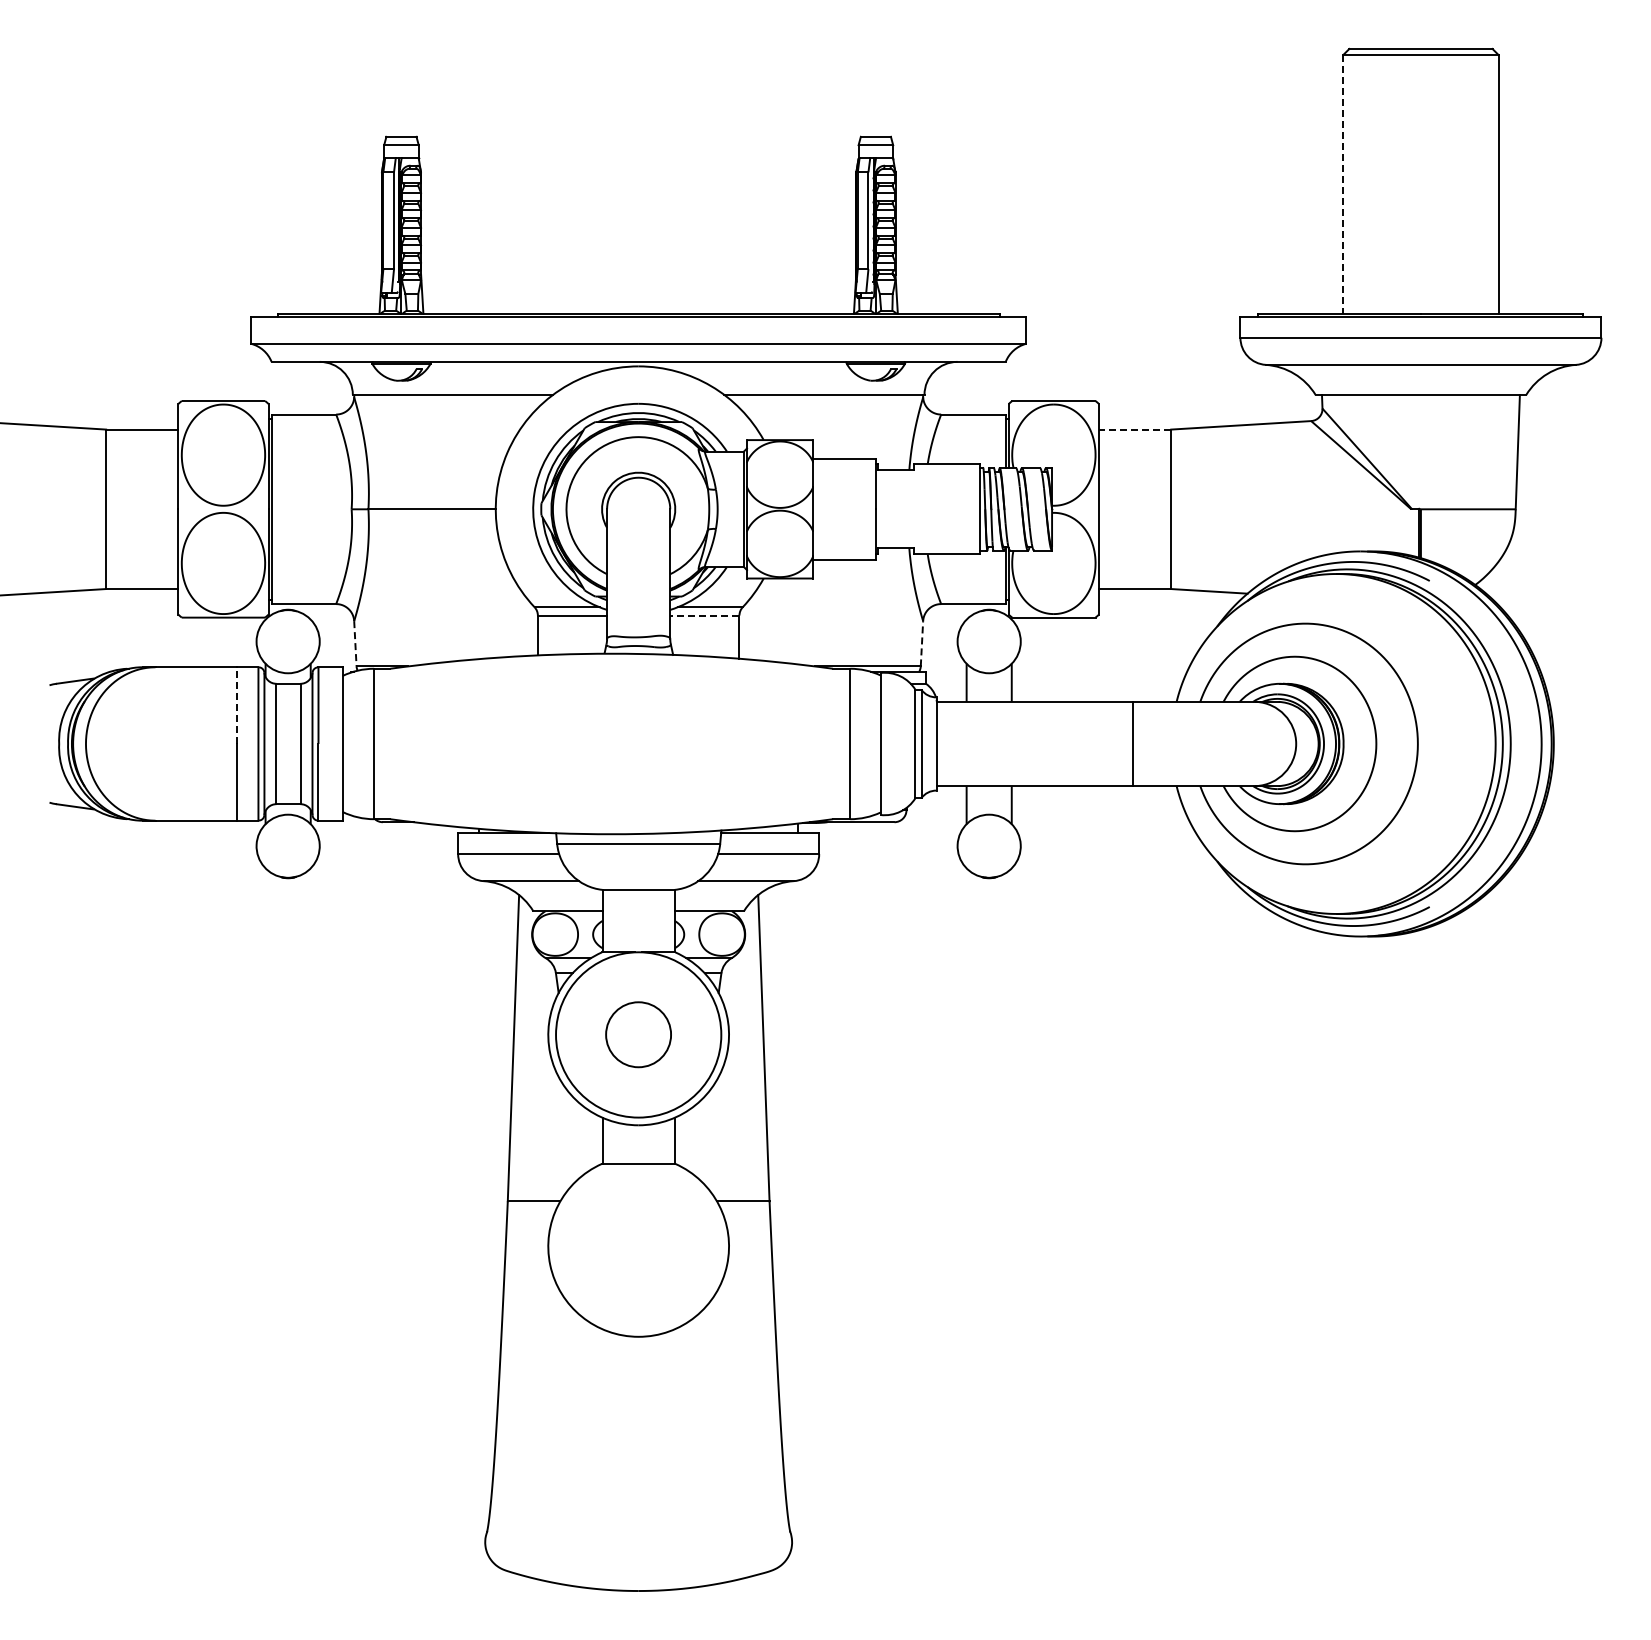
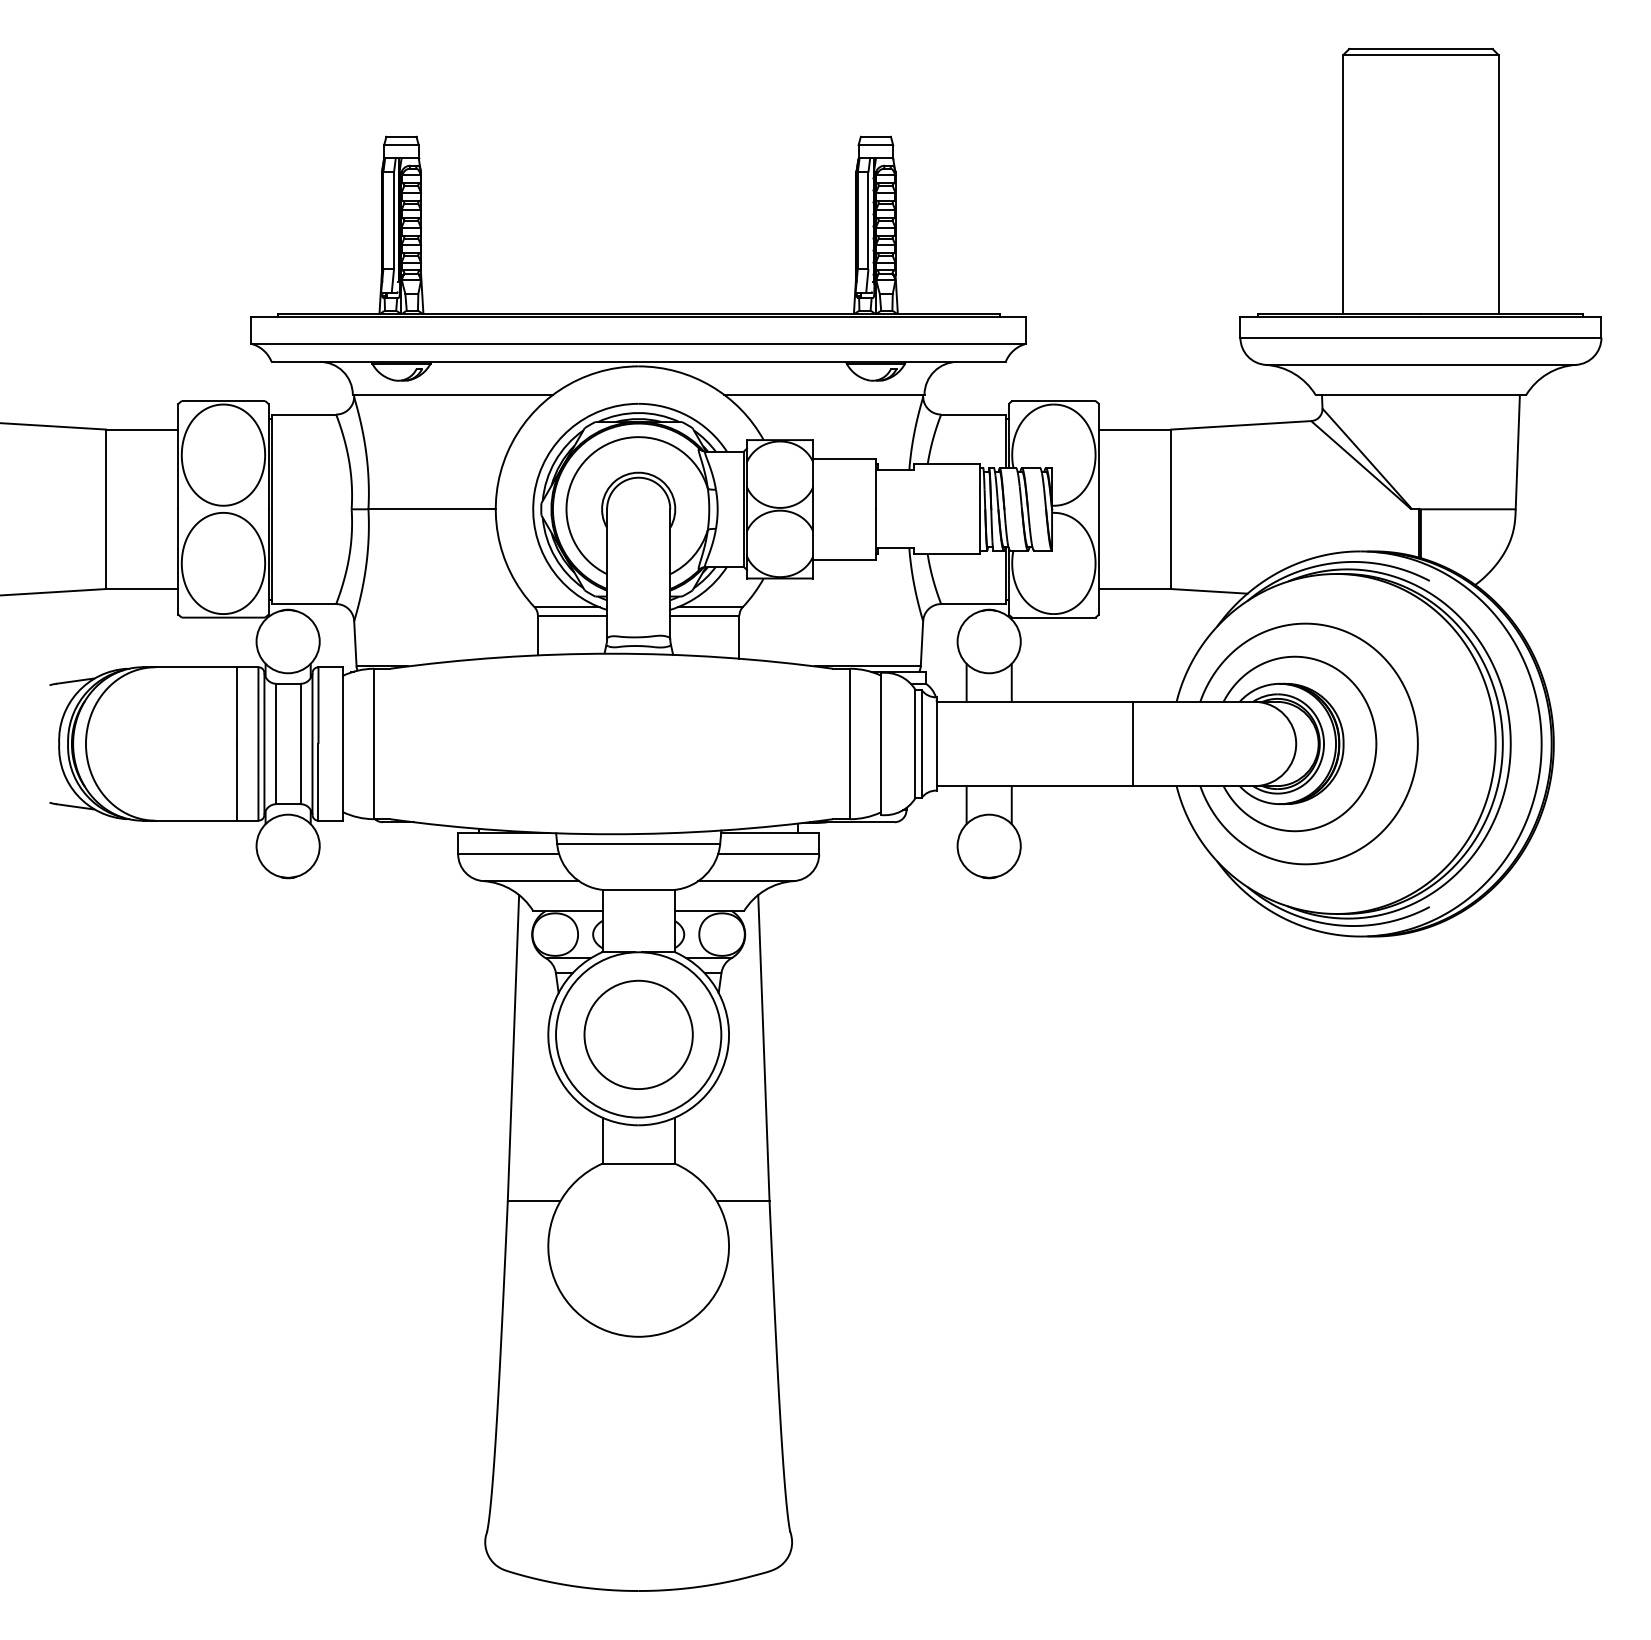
line at (1343, 184): dashed -> solid
line at (1134, 429): dashed -> solid
line at (704, 615): dashed -> solid
line at (355, 643): dashed -> solid
line at (921, 643): dashed -> solid
line at (237, 705): dashed -> solid
circle at (638, 1034) size: 67x68 px -> 111x111 px
